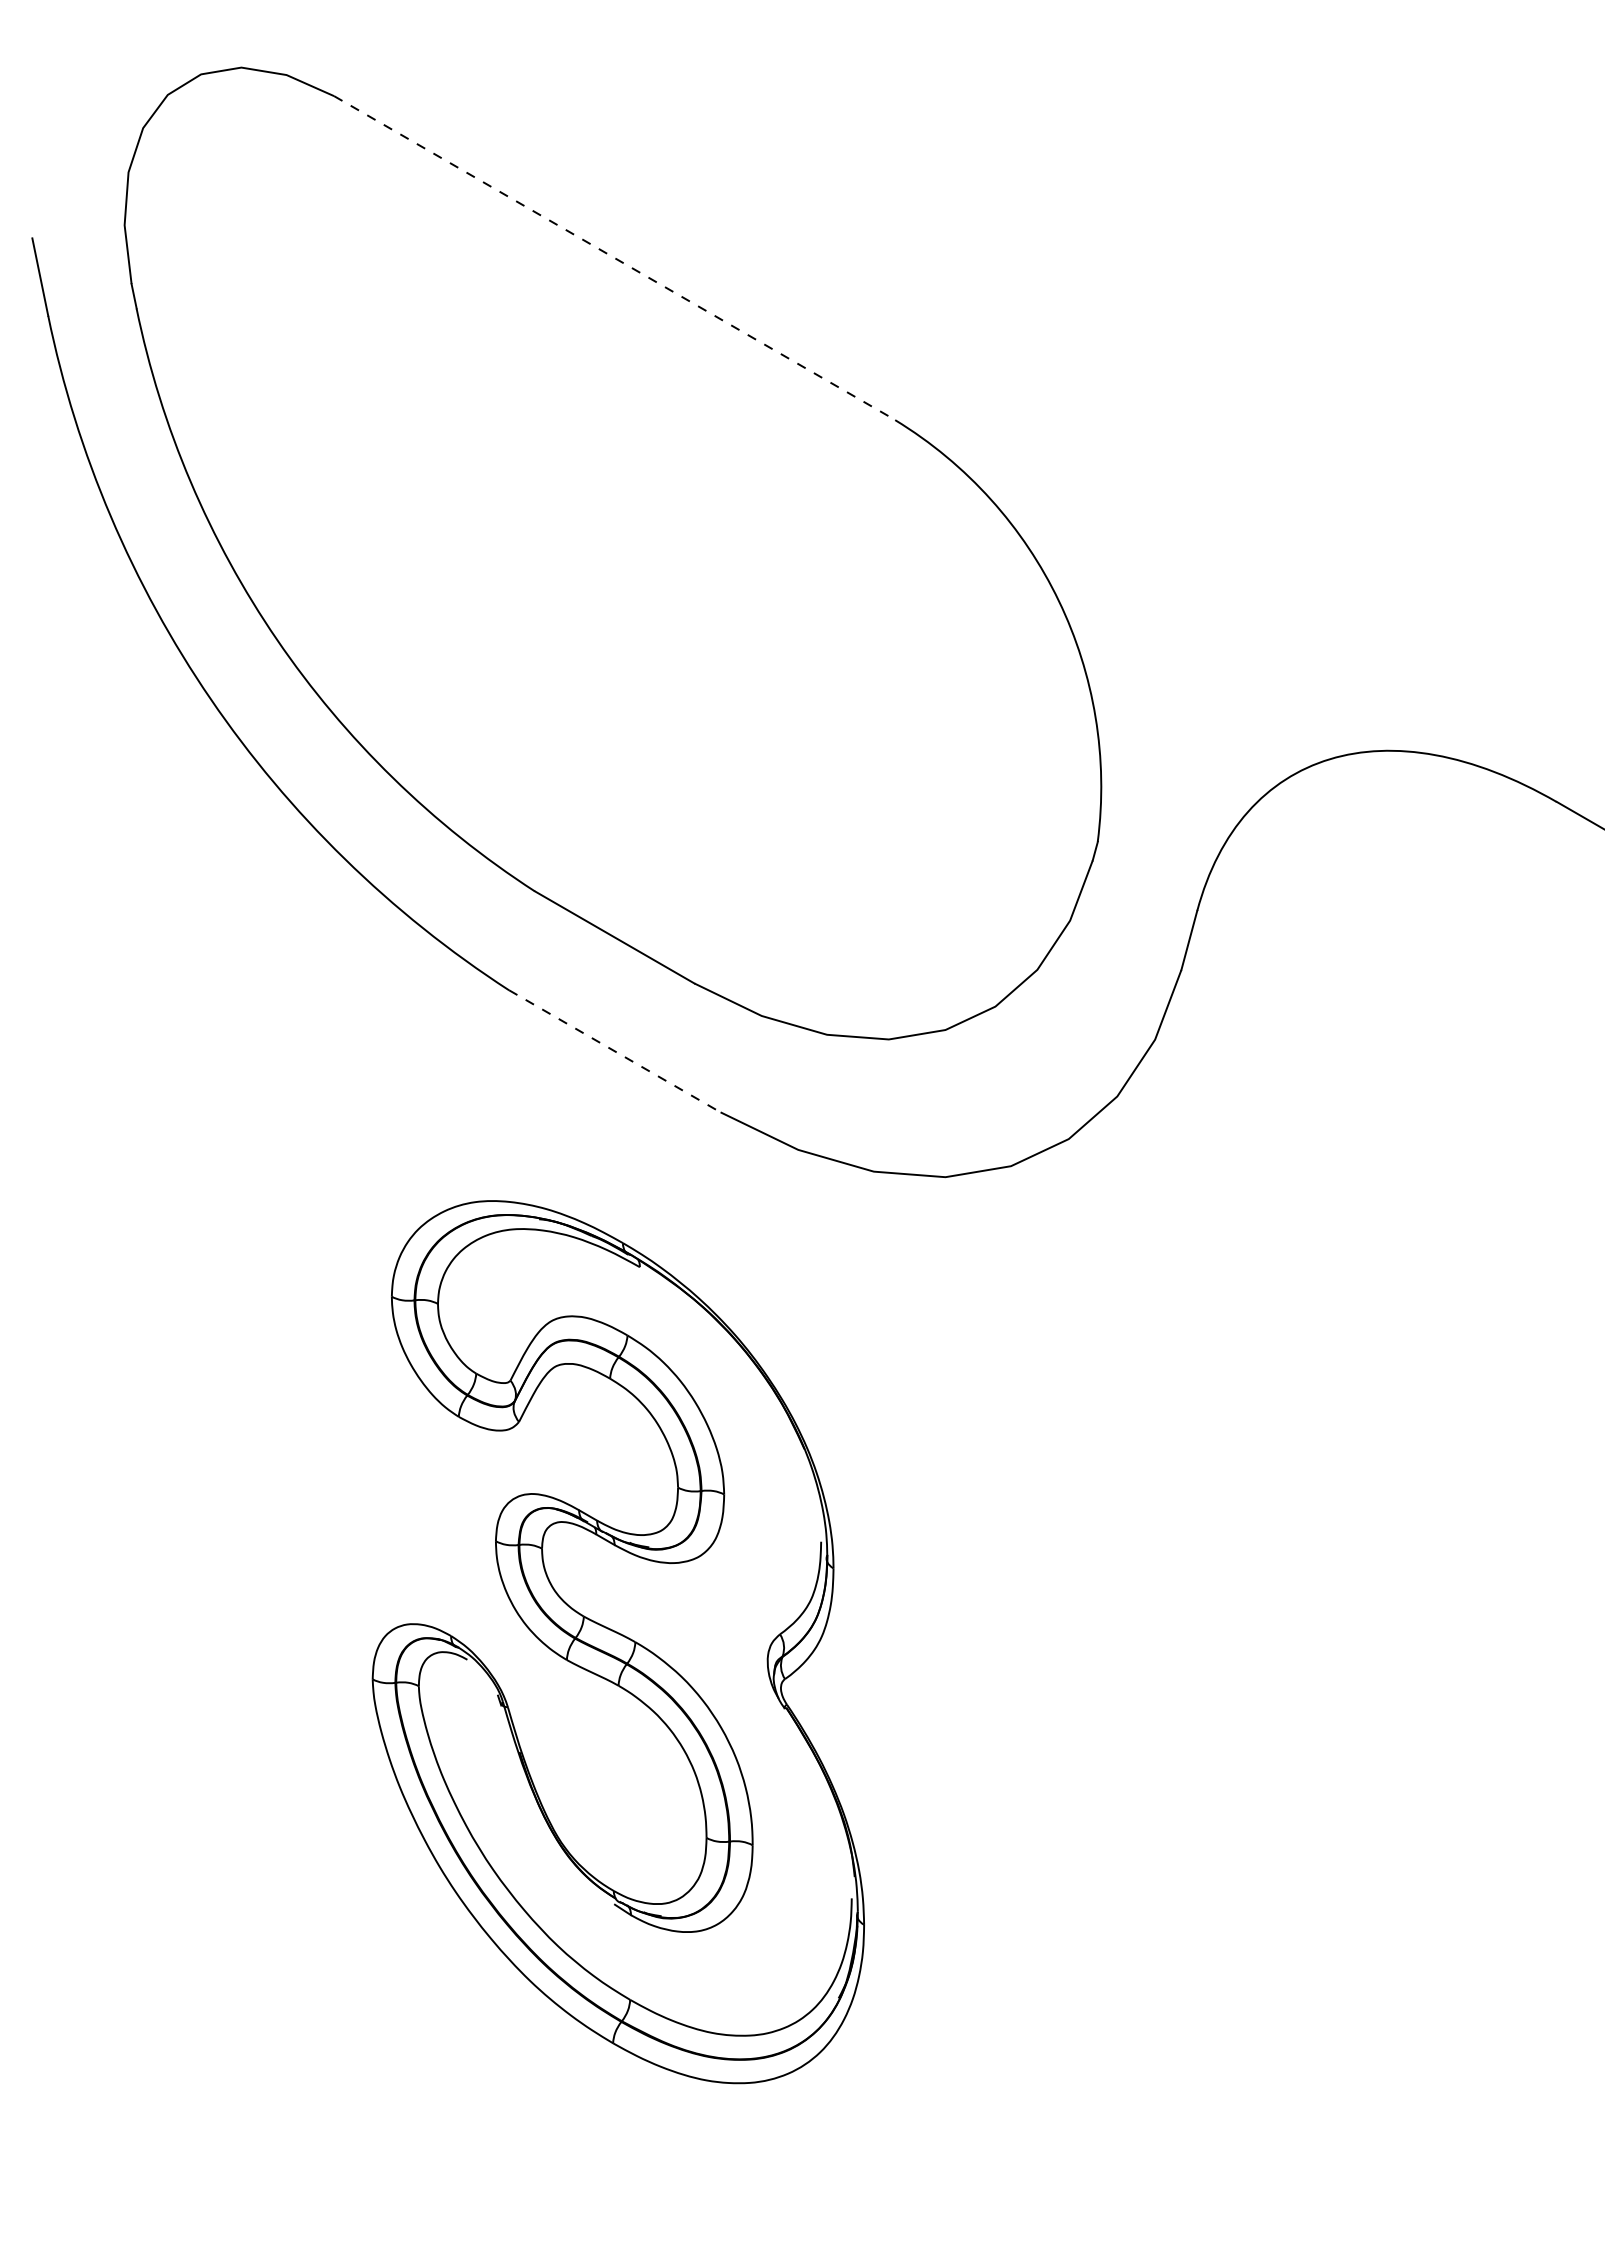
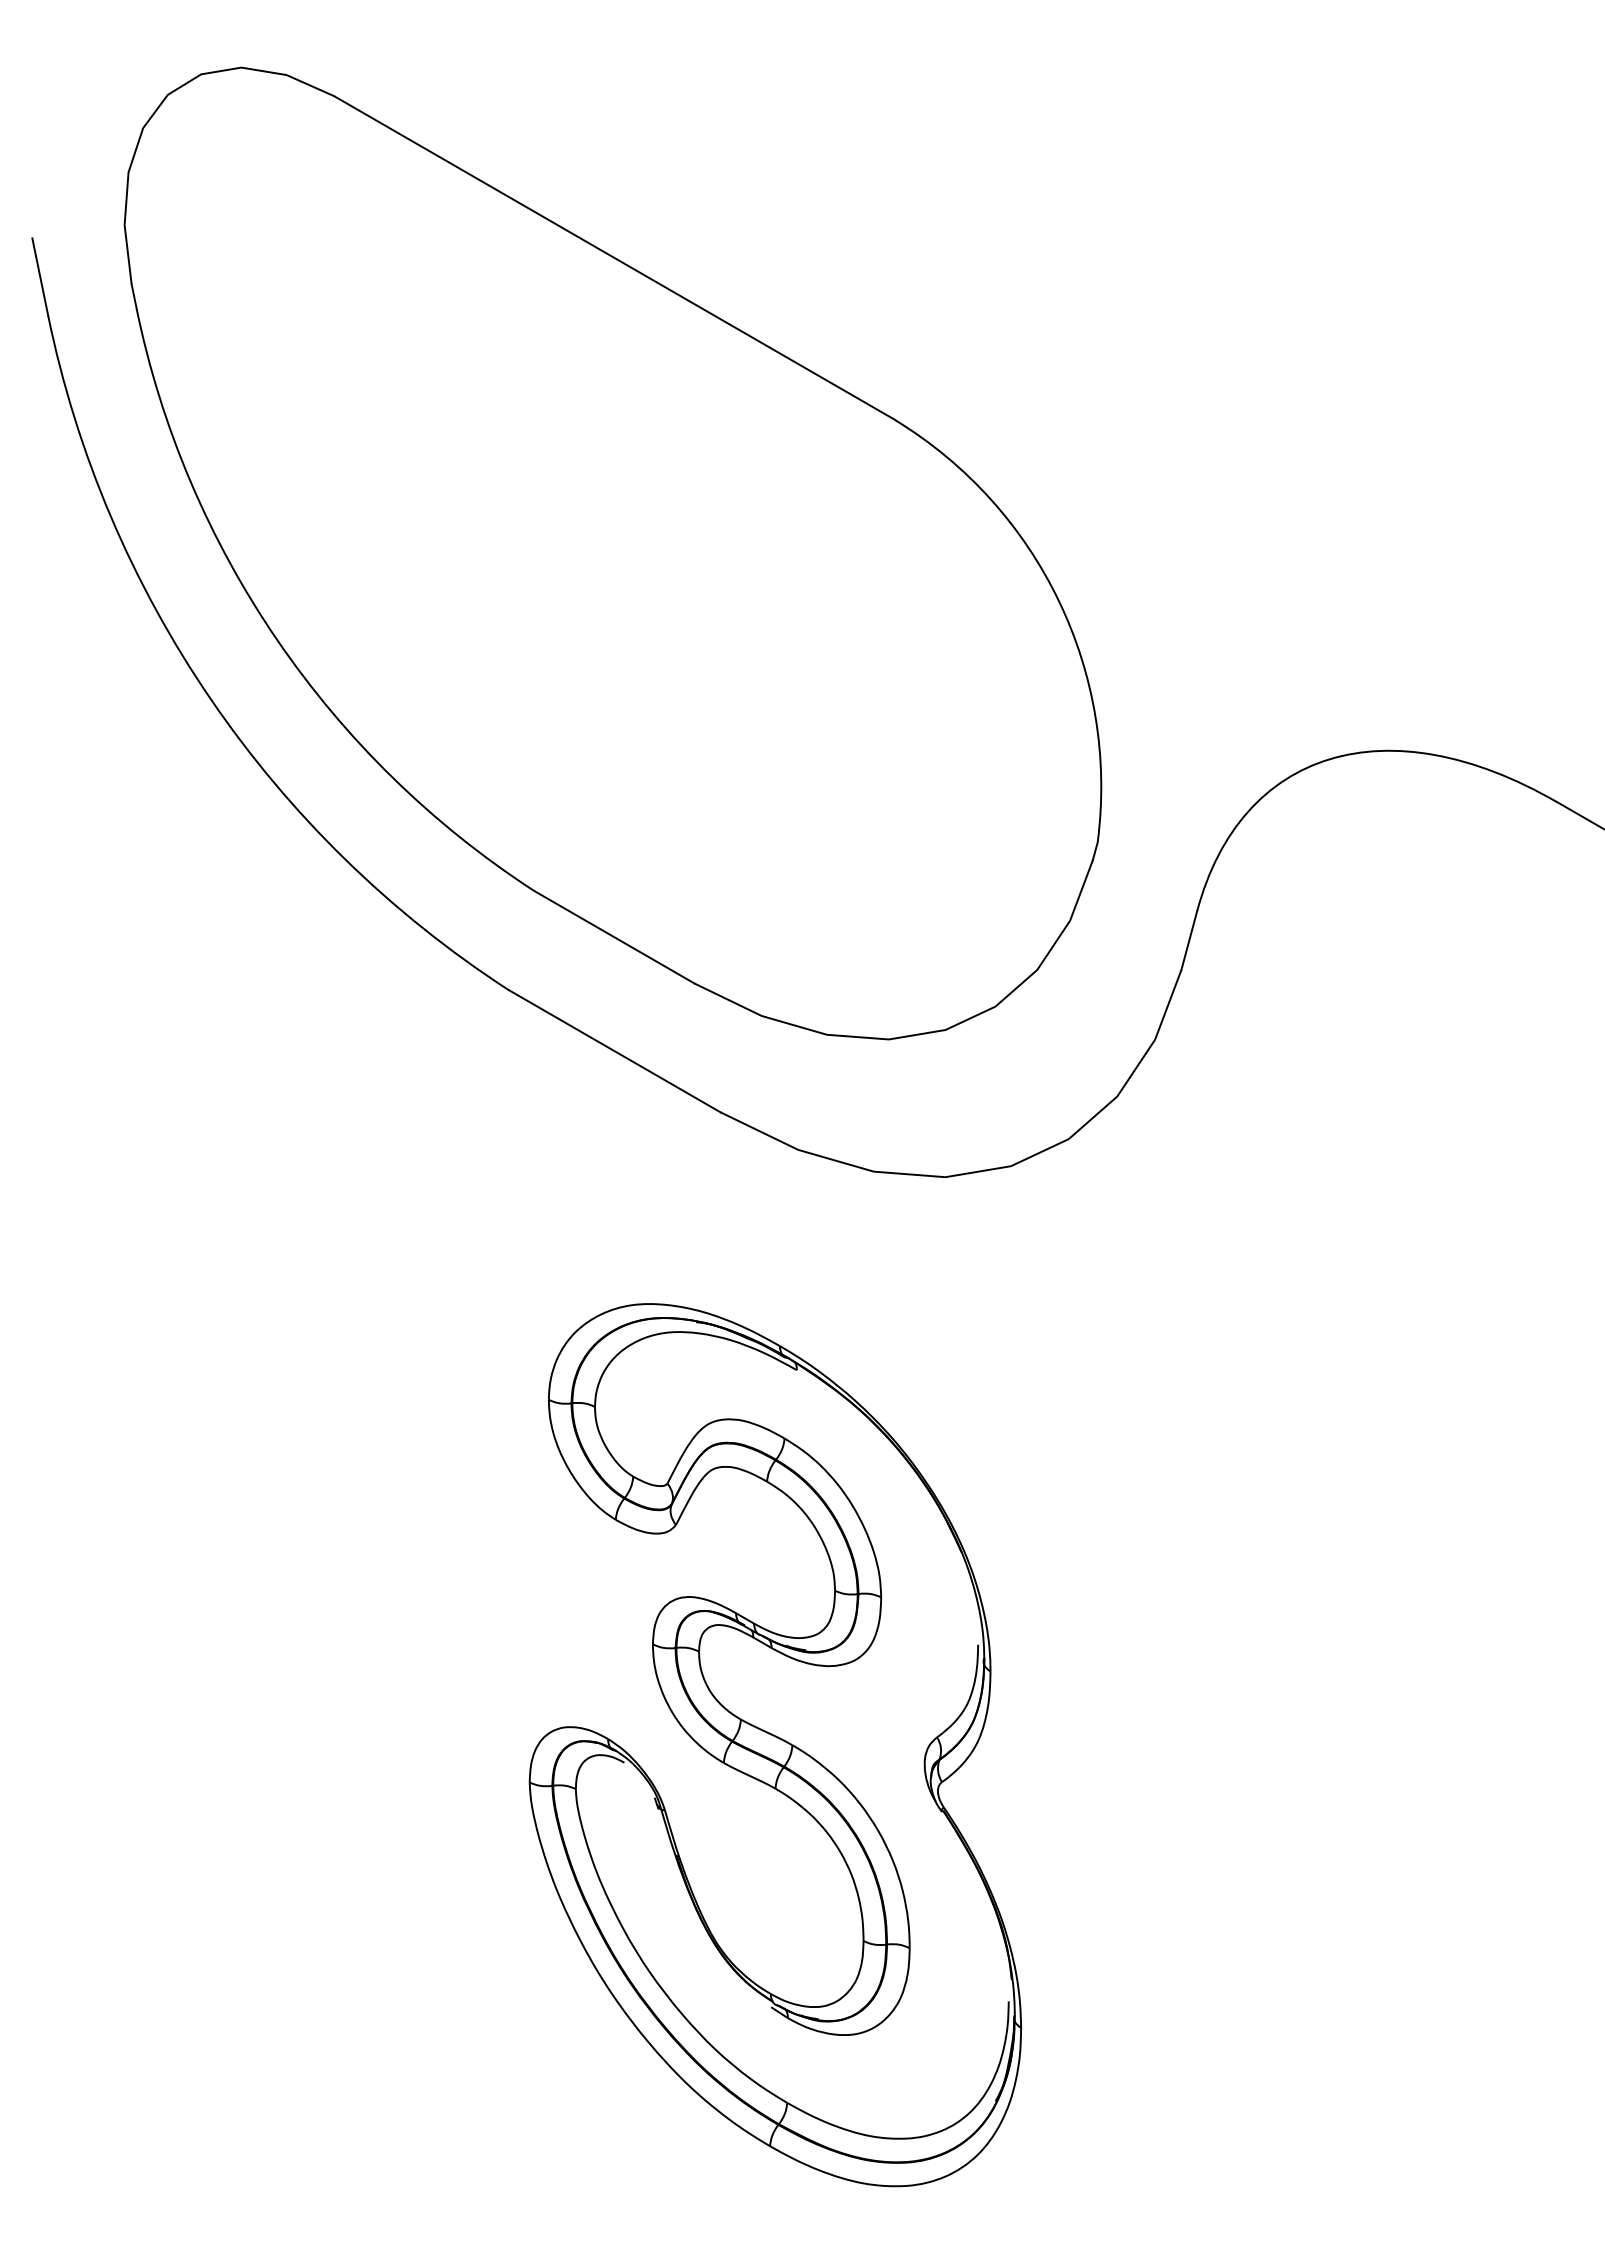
line at (614, 258): dashed -> solid
line at (615, 1051): dashed -> solid
part at (617, 1642) position: (617, 1642) -> (774, 1745)
